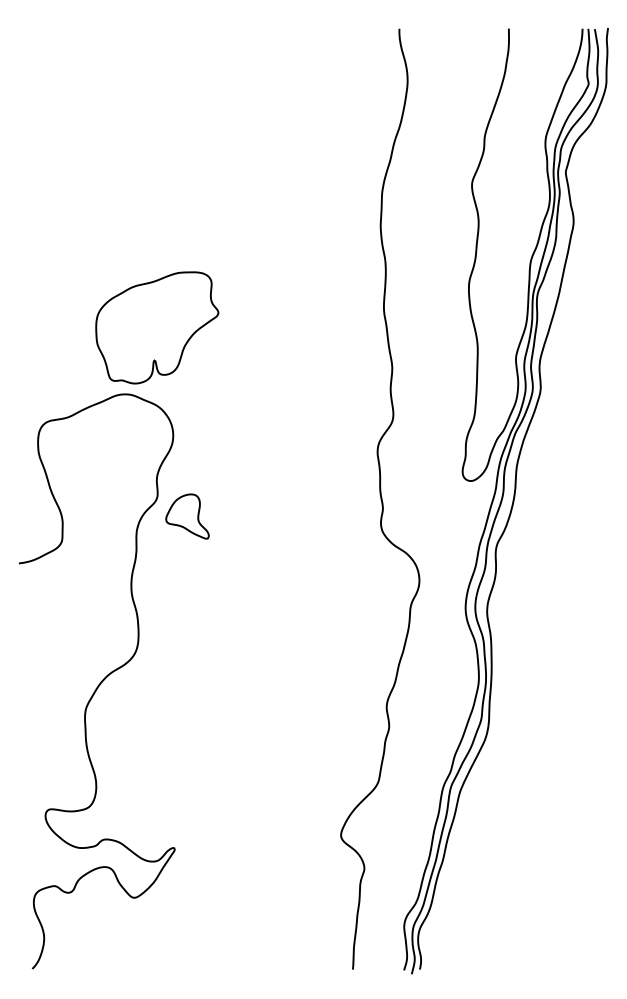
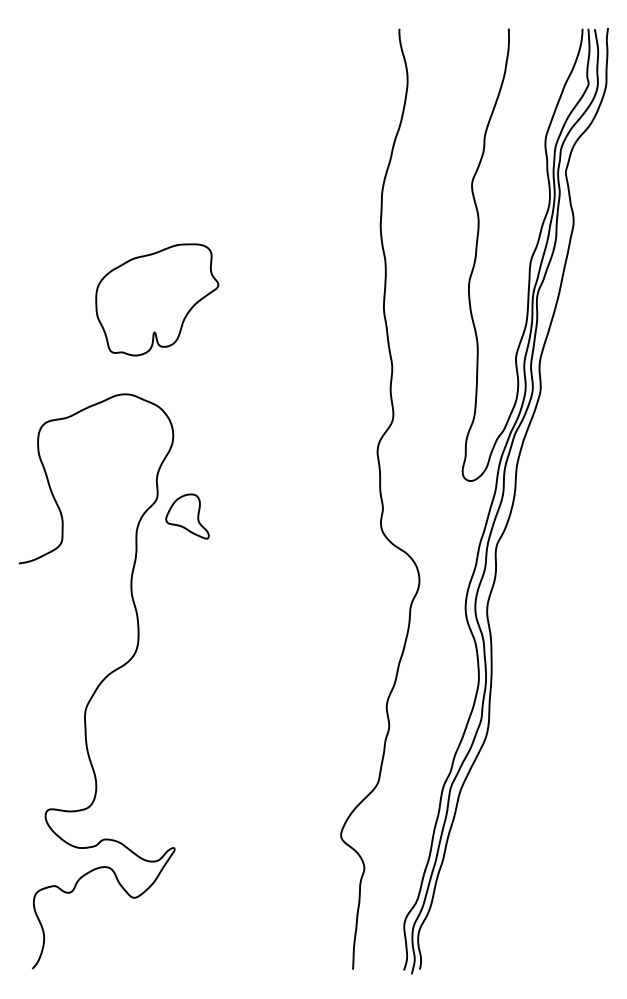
part at (157, 327) position: (157, 327) -> (157, 299)
